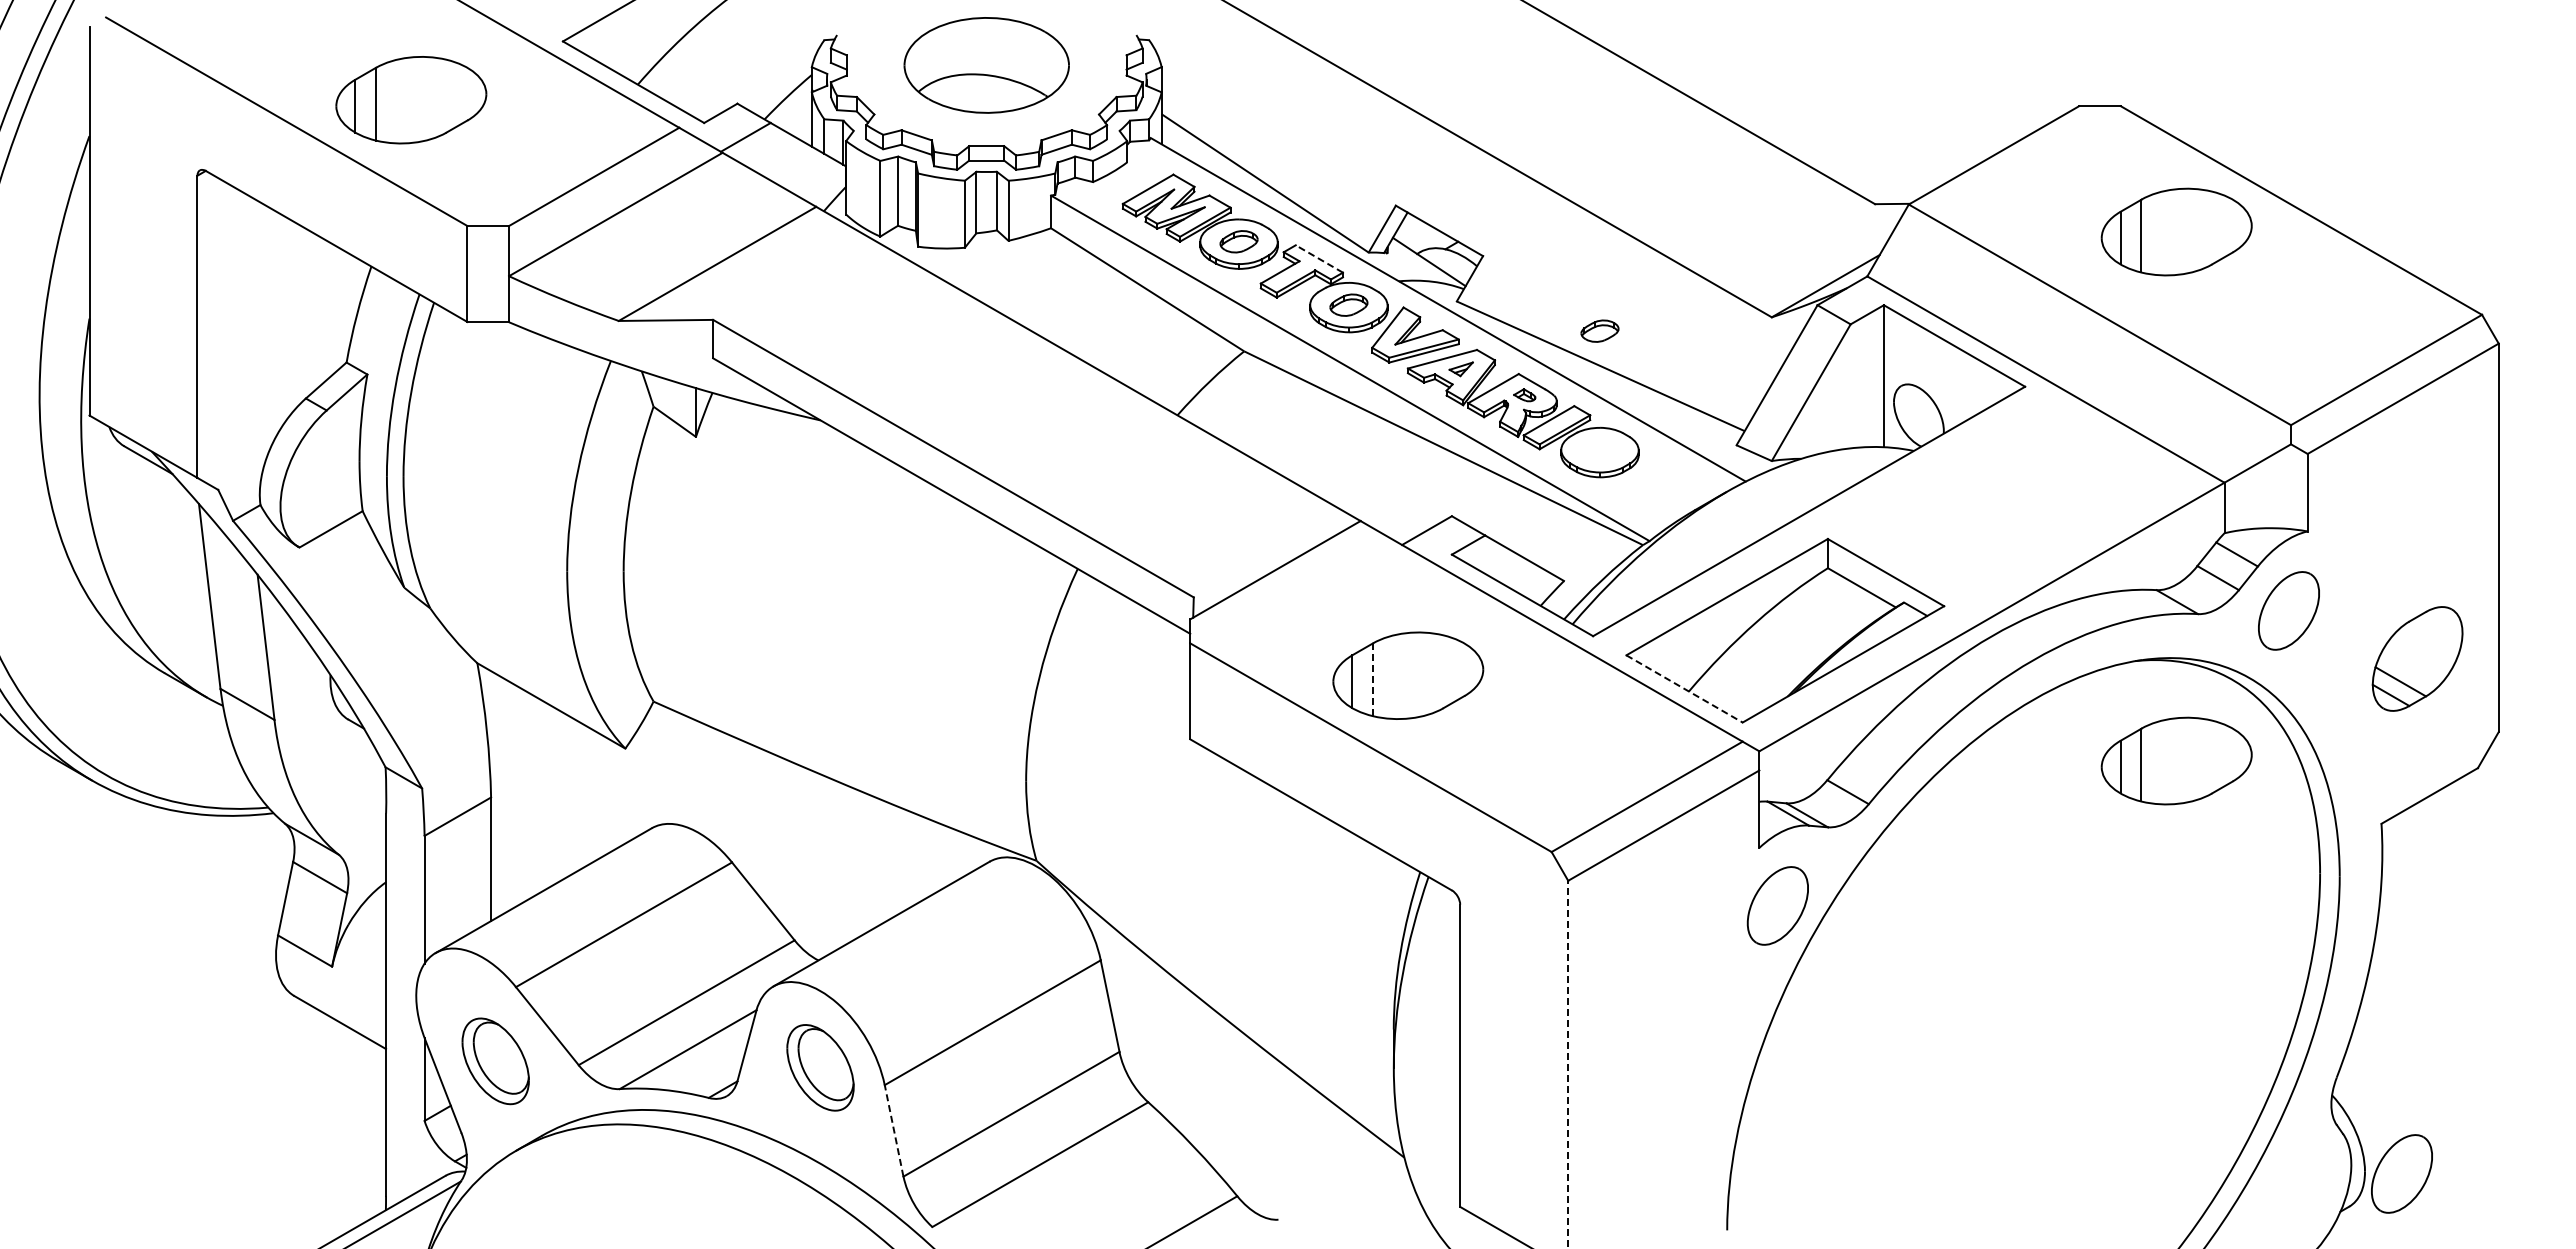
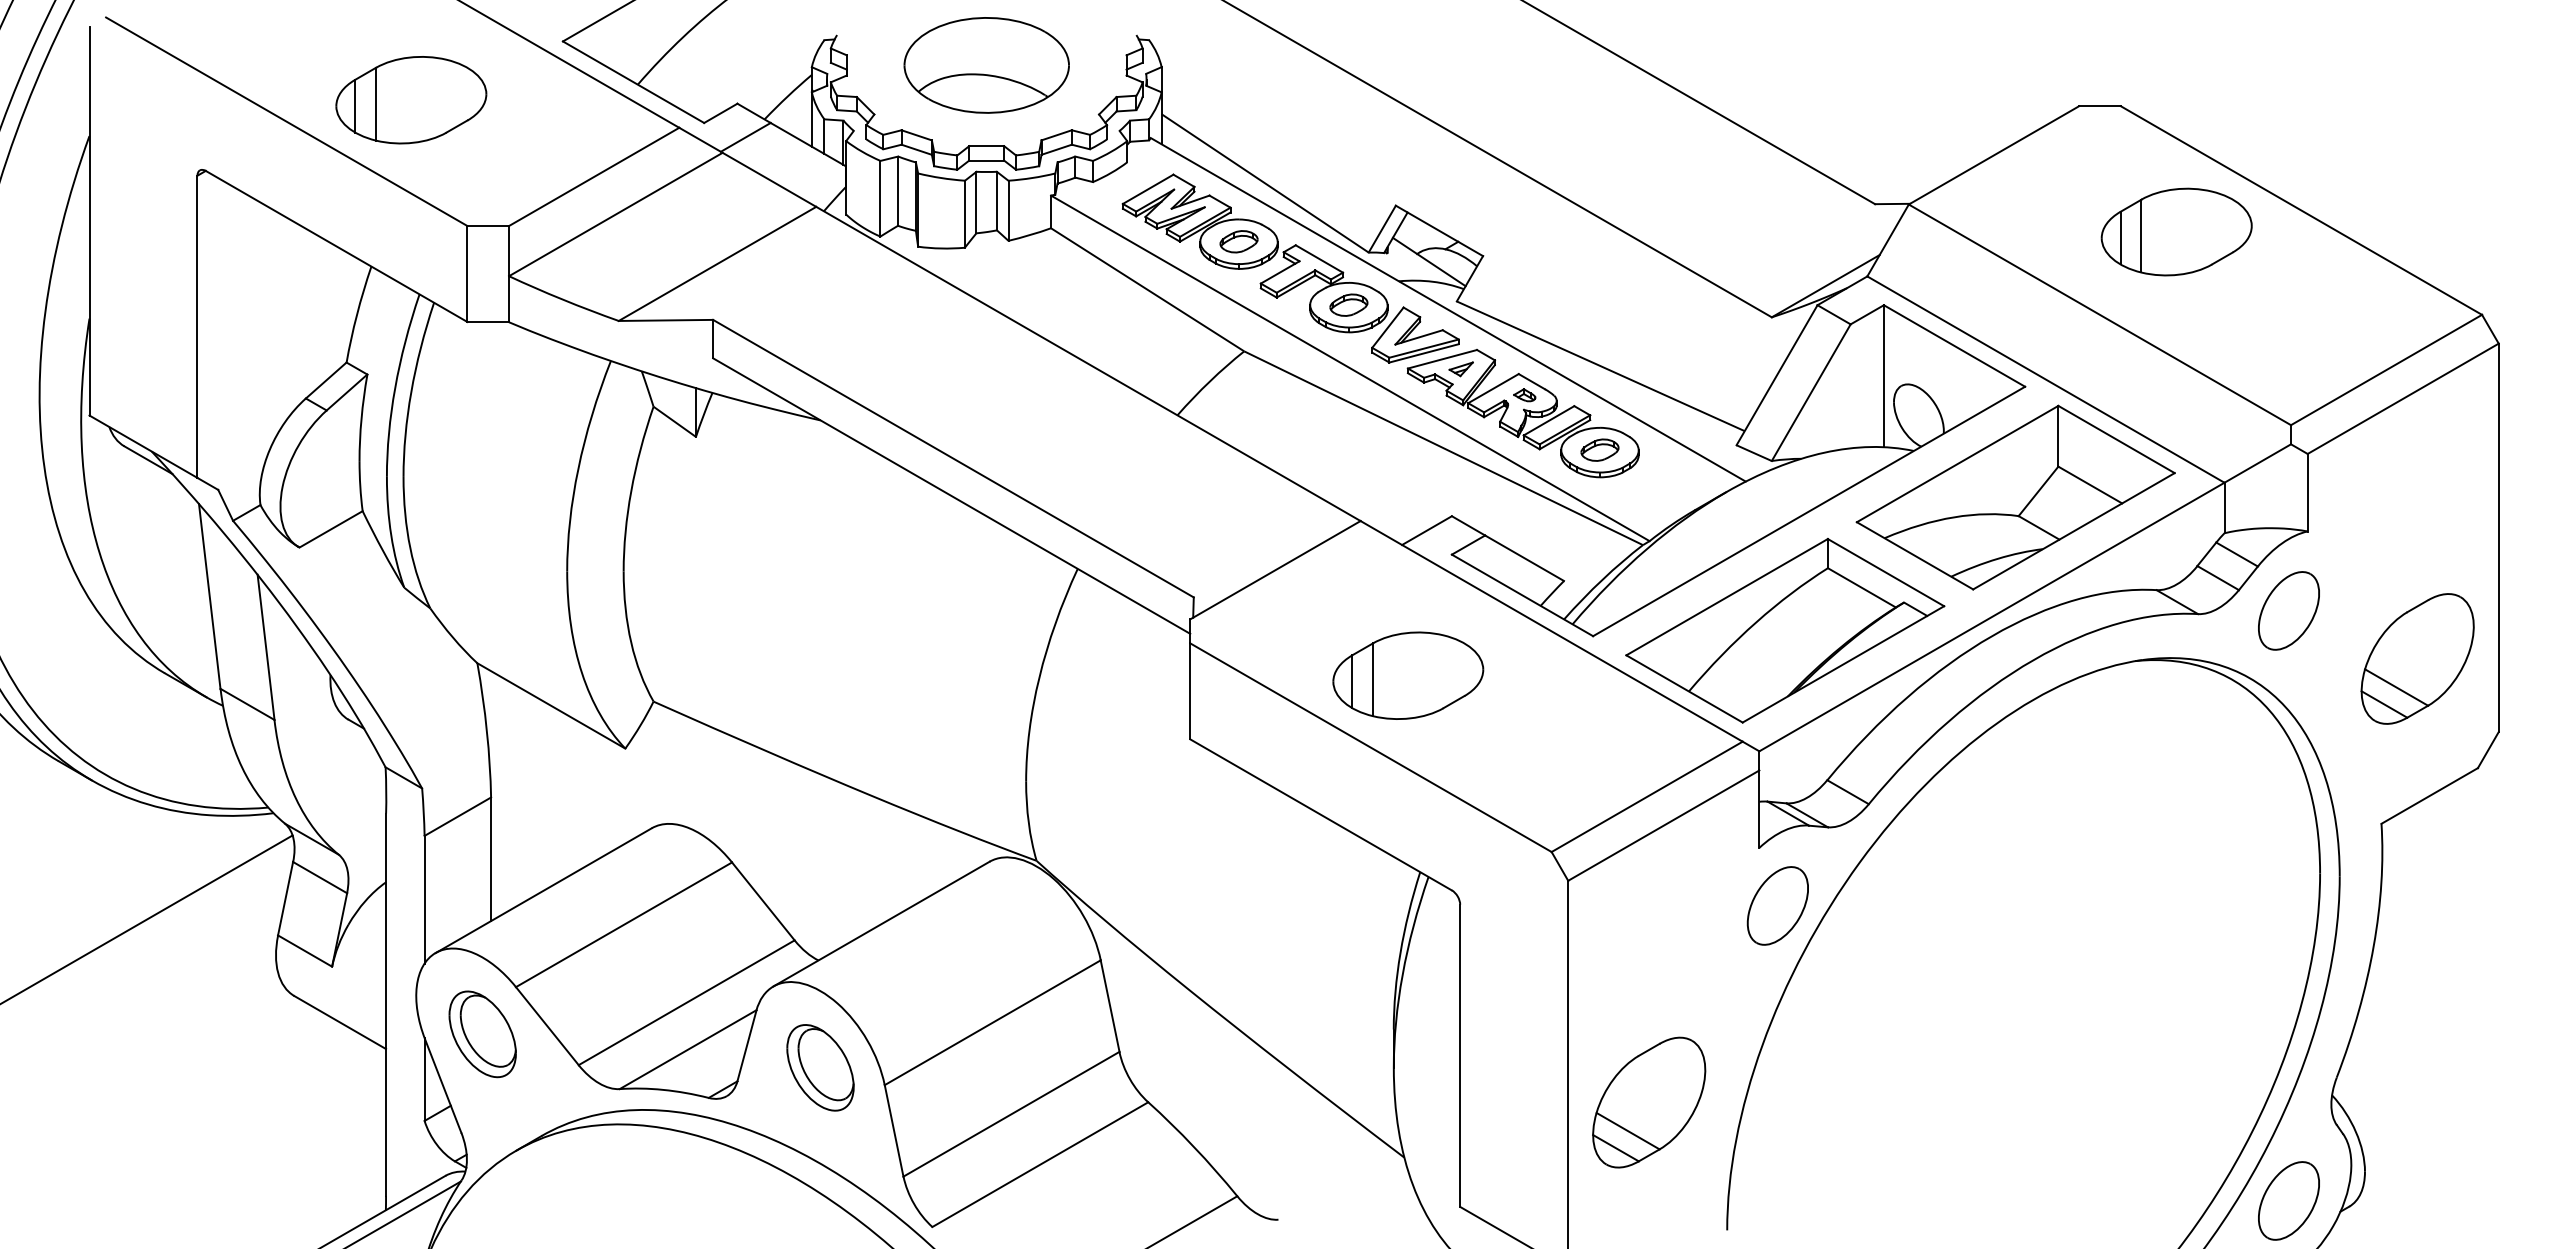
line at (1318, 258): dashed -> solid
part at (1599, 330) position: (1599, 330) -> (1599, 449)
part at (2015, 497): none -> present
part at (2417, 658) size: 93x106 px -> 115x132 px
line at (1373, 680): dashed -> solid
line at (1684, 689): dashed -> solid
part at (2176, 760): present -> none
line at (147, 919): none -> present
part at (495, 1061) position: (495, 1061) -> (482, 1034)
line at (1568, 1064): dashed -> solid
part at (1649, 1102): none -> present
line at (894, 1130): dashed -> solid
part at (2401, 1173) position: (2401, 1173) -> (2288, 1200)
